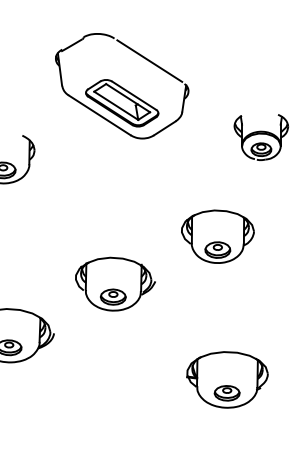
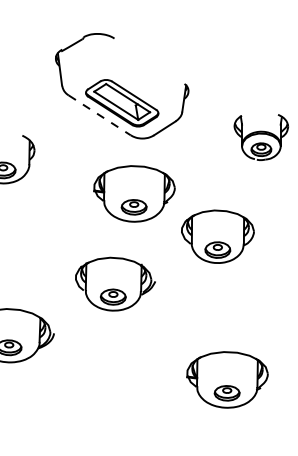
line at (149, 60): present -> none
line at (99, 115): solid -> dashed
part at (134, 193): none -> present
